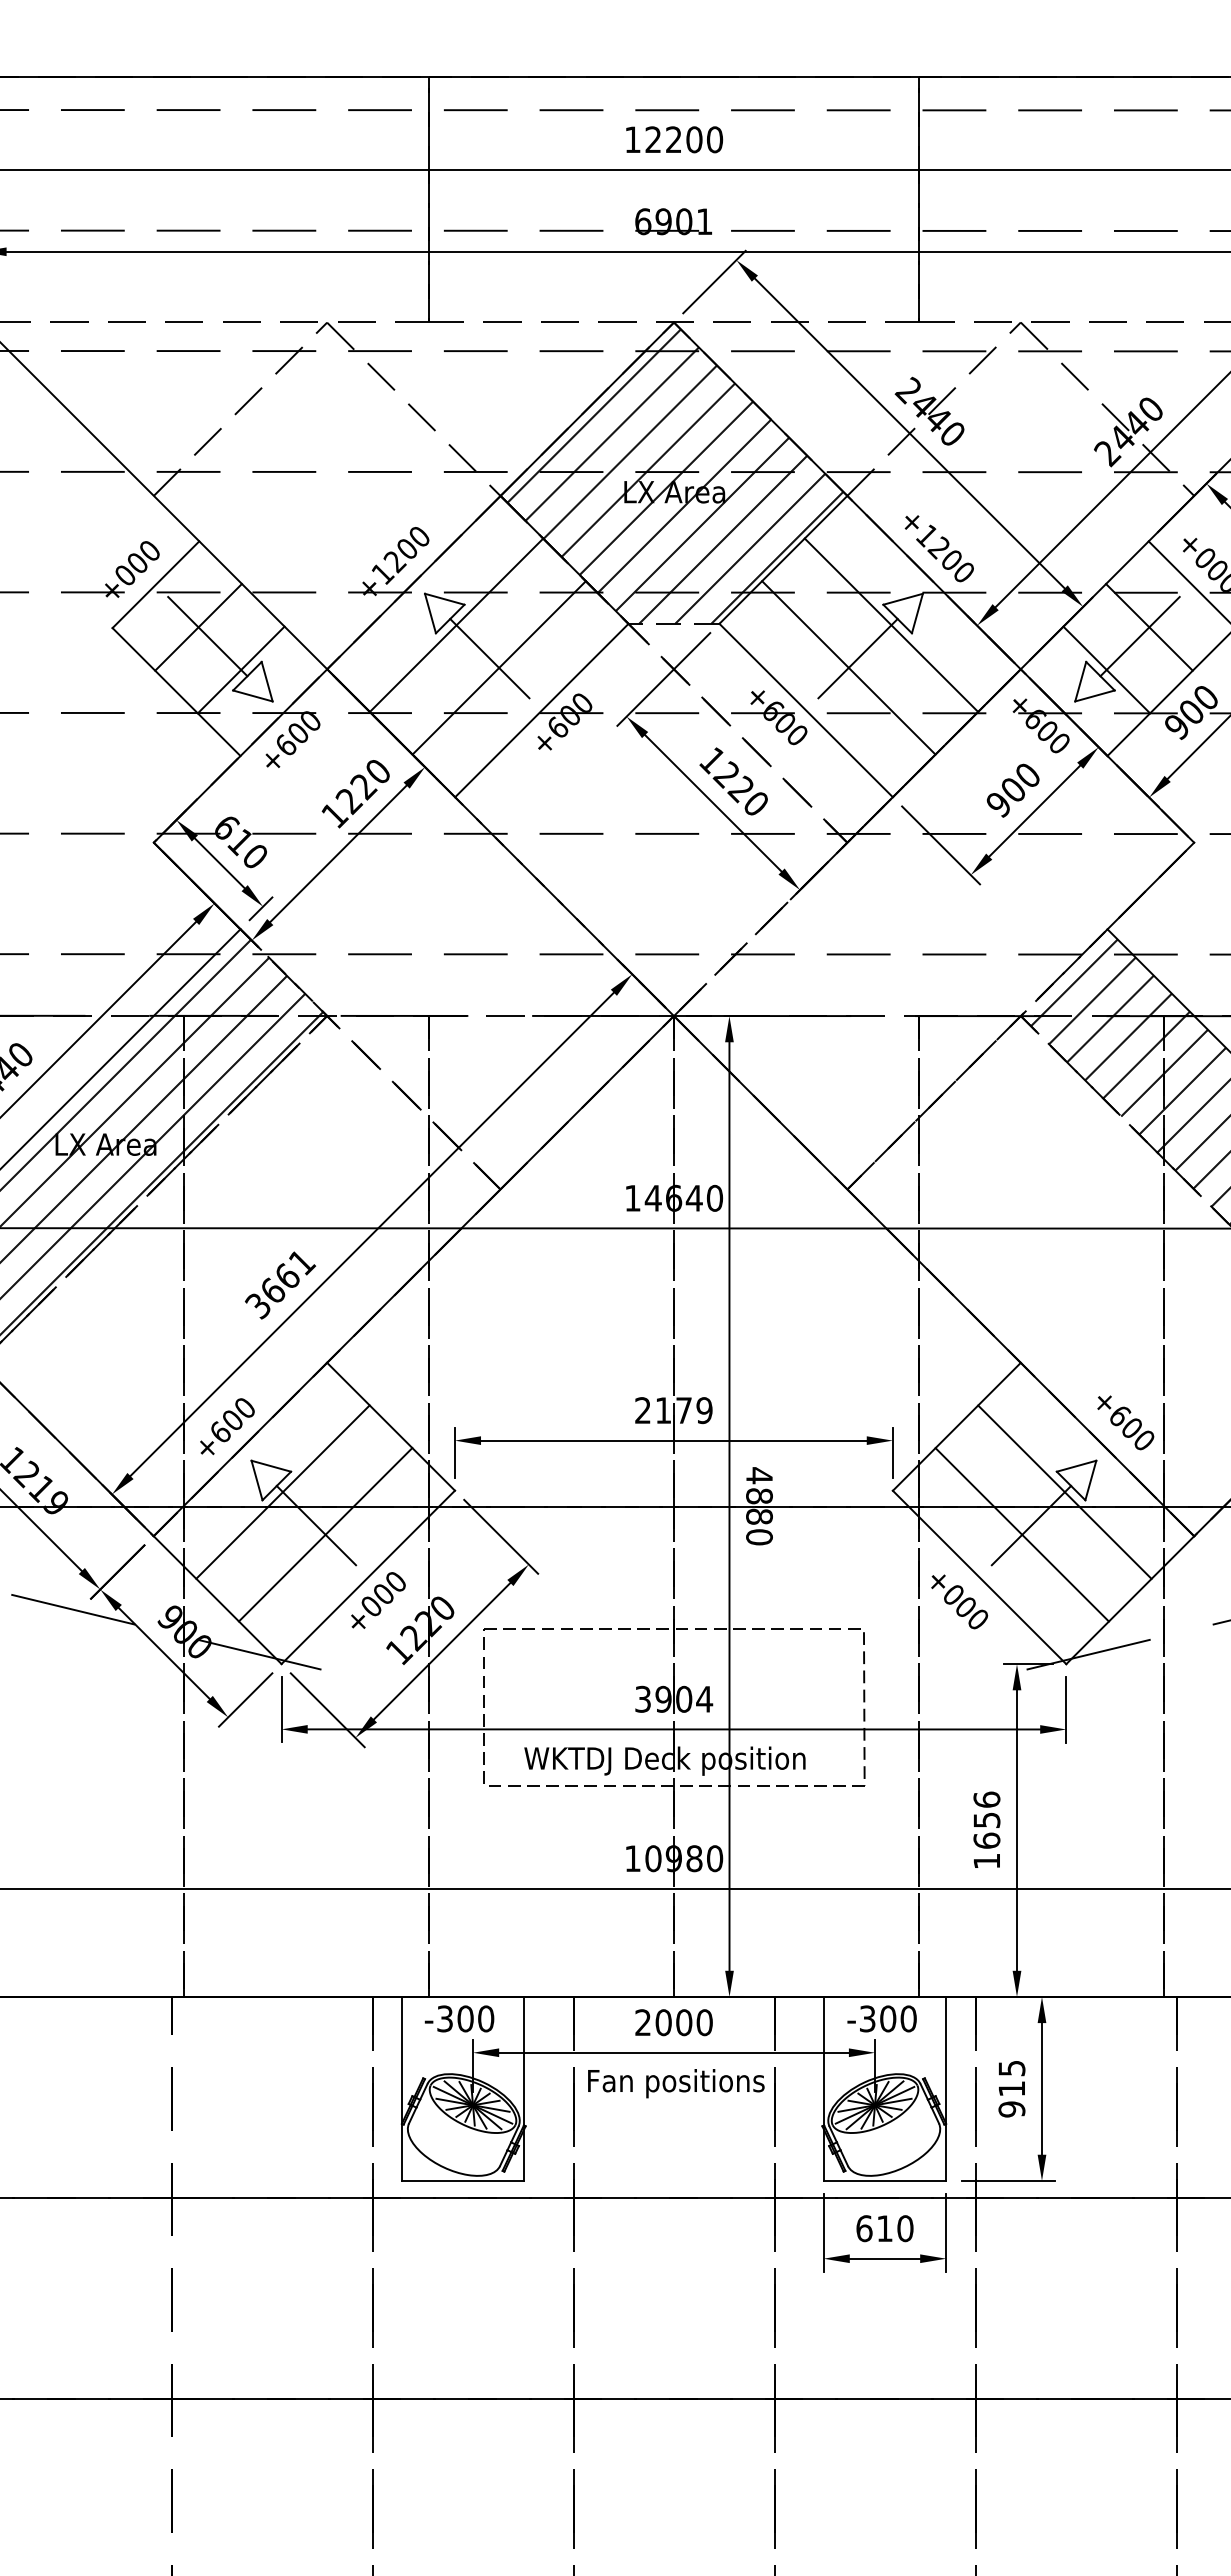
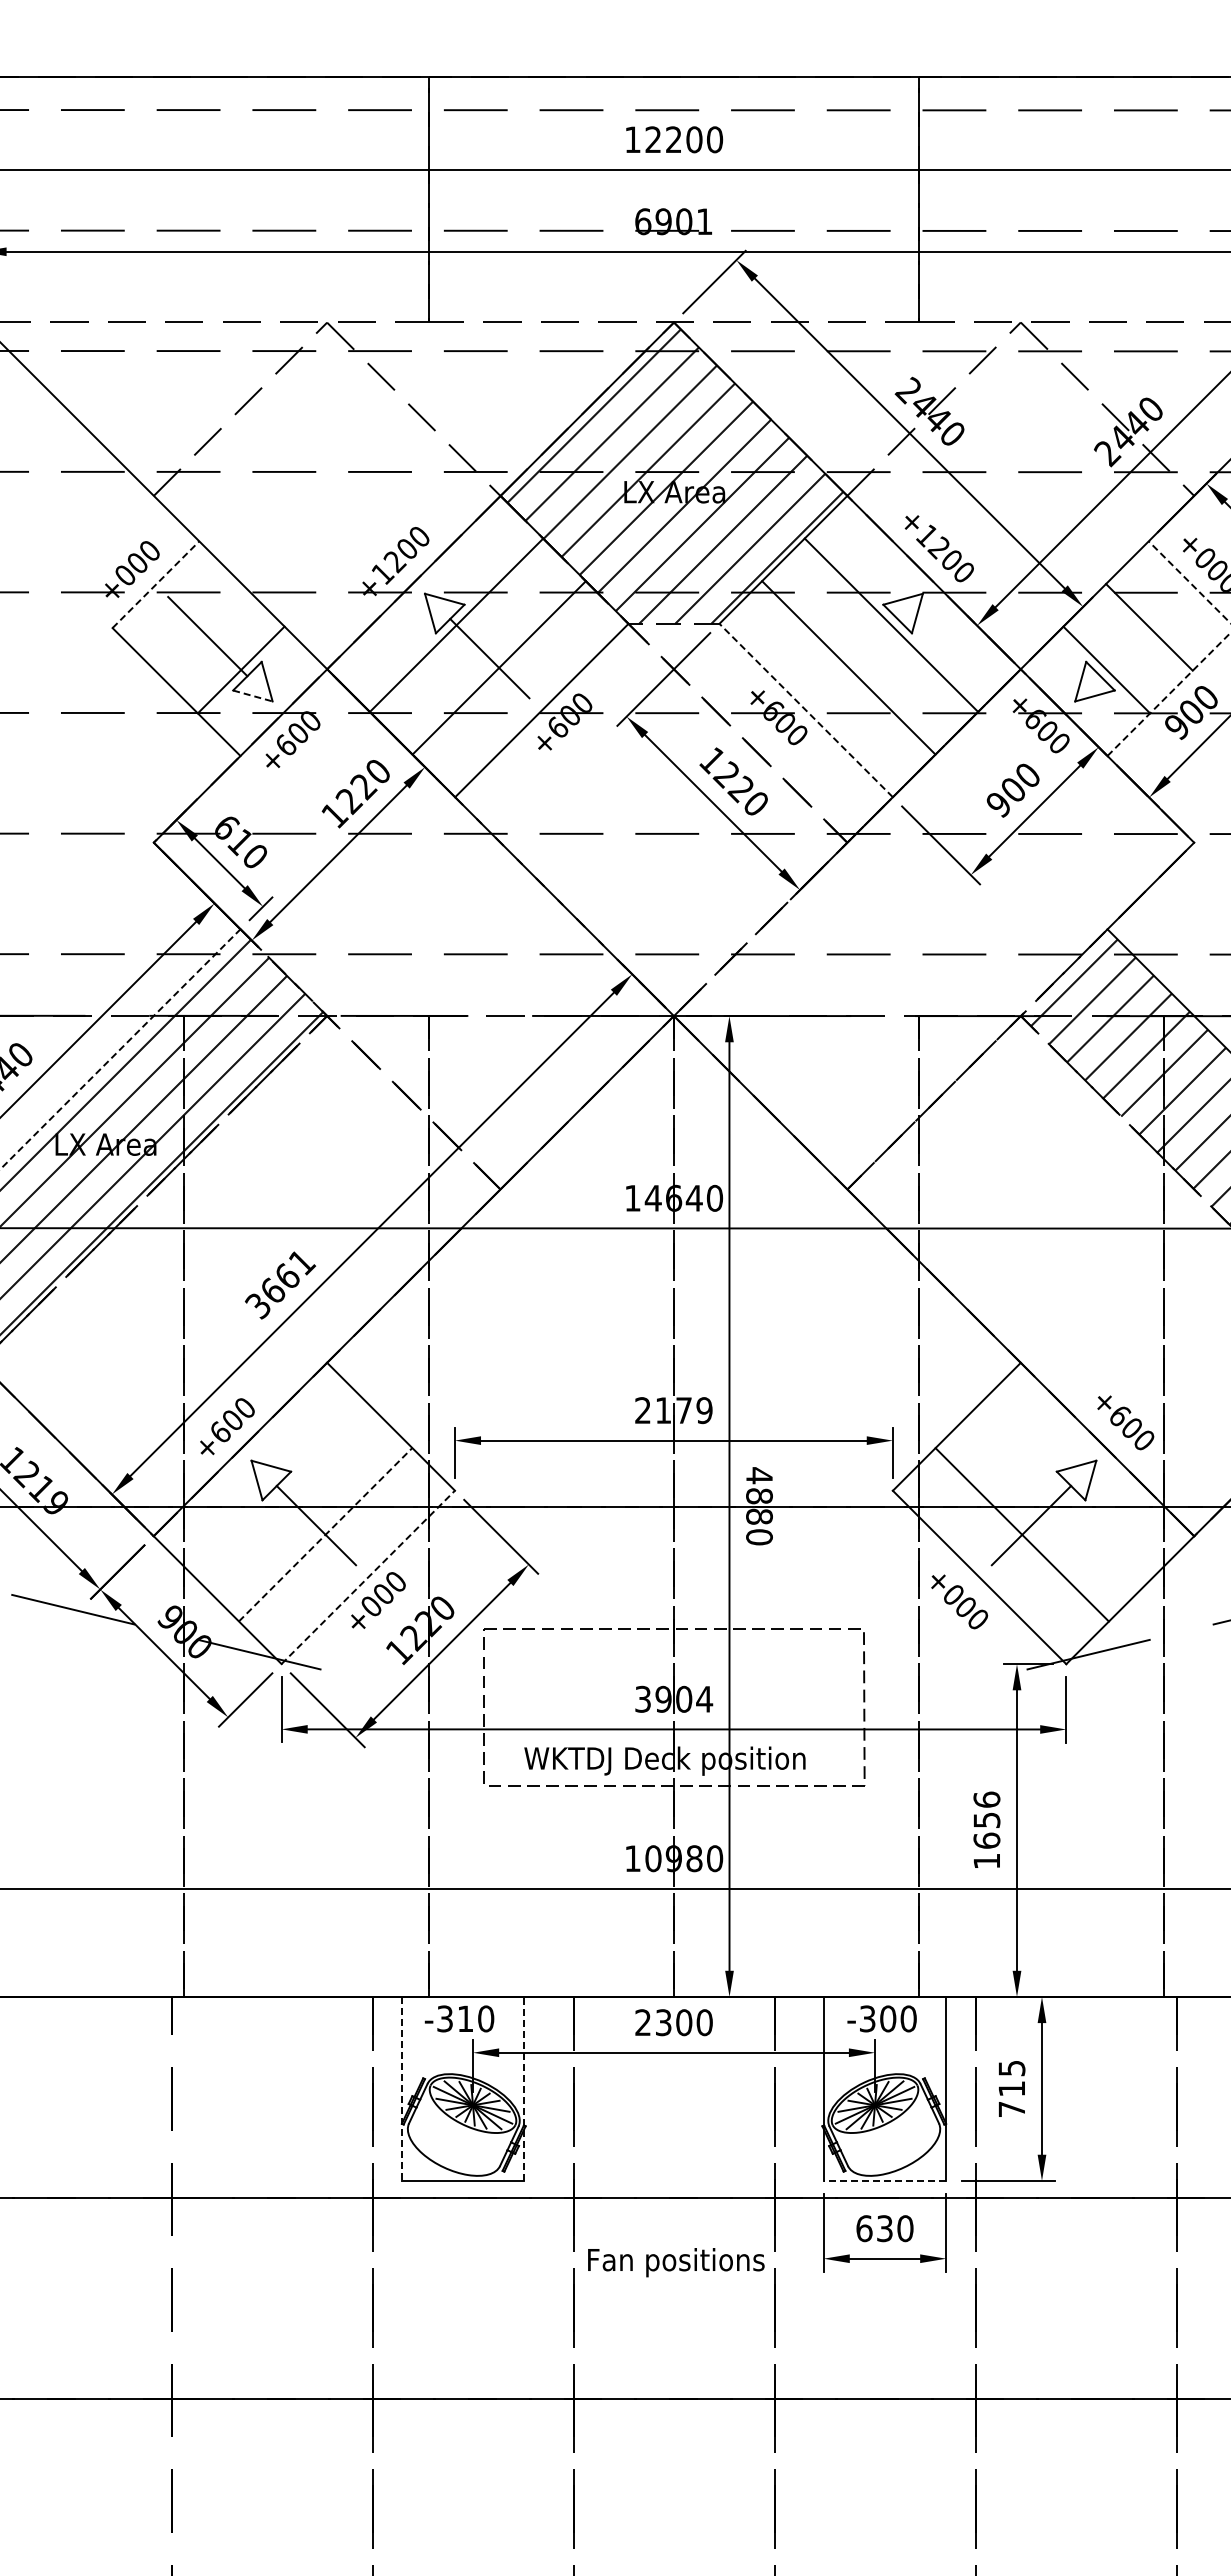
line at (1189, 582): solid -> dashed
line at (156, 584): solid -> dashed
line at (198, 627): present -> none
line at (1139, 636): present -> none
line at (857, 658): present -> none
line at (1168, 694): solid -> dashed
line at (253, 696): solid -> dashed
line at (806, 710): solid -> dashed
line at (120, 1049): solid -> dashed
line at (282, 1491): present -> none
line at (1064, 1491): present -> none
line at (325, 1534): solid -> dashed
line at (368, 1577): solid -> dashed
text at (465, 2018): -300 -> -310
text at (663, 2022): 2000 -> 2300
text at (676, 2083) position: (676, 2083) -> (676, 2262)
line at (401, 2088): solid -> dashed
line at (524, 2088): solid -> dashed
text at (1011, 2109): 915 -> 715
line at (884, 2180): solid -> dashed
text at (884, 2228): 610 -> 630
